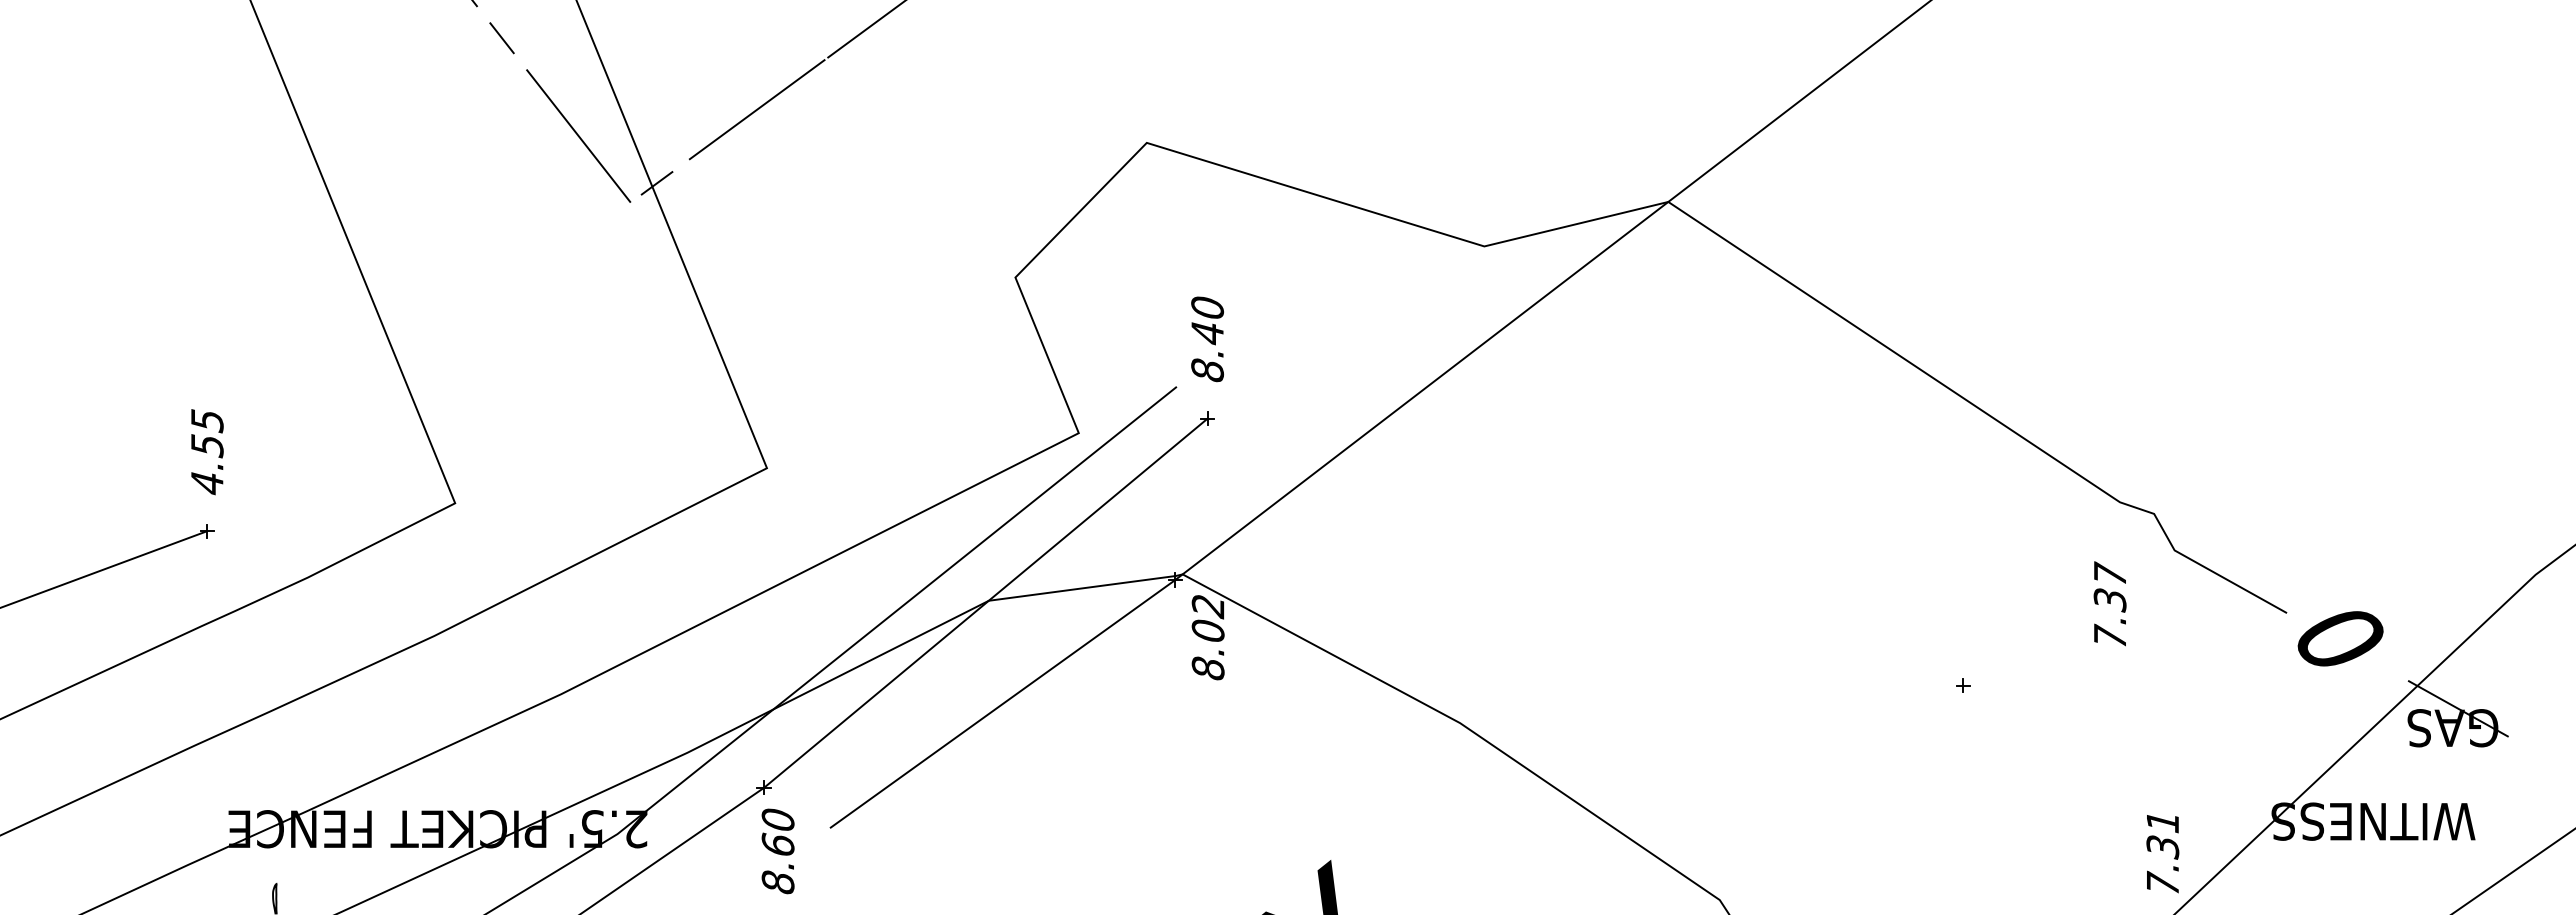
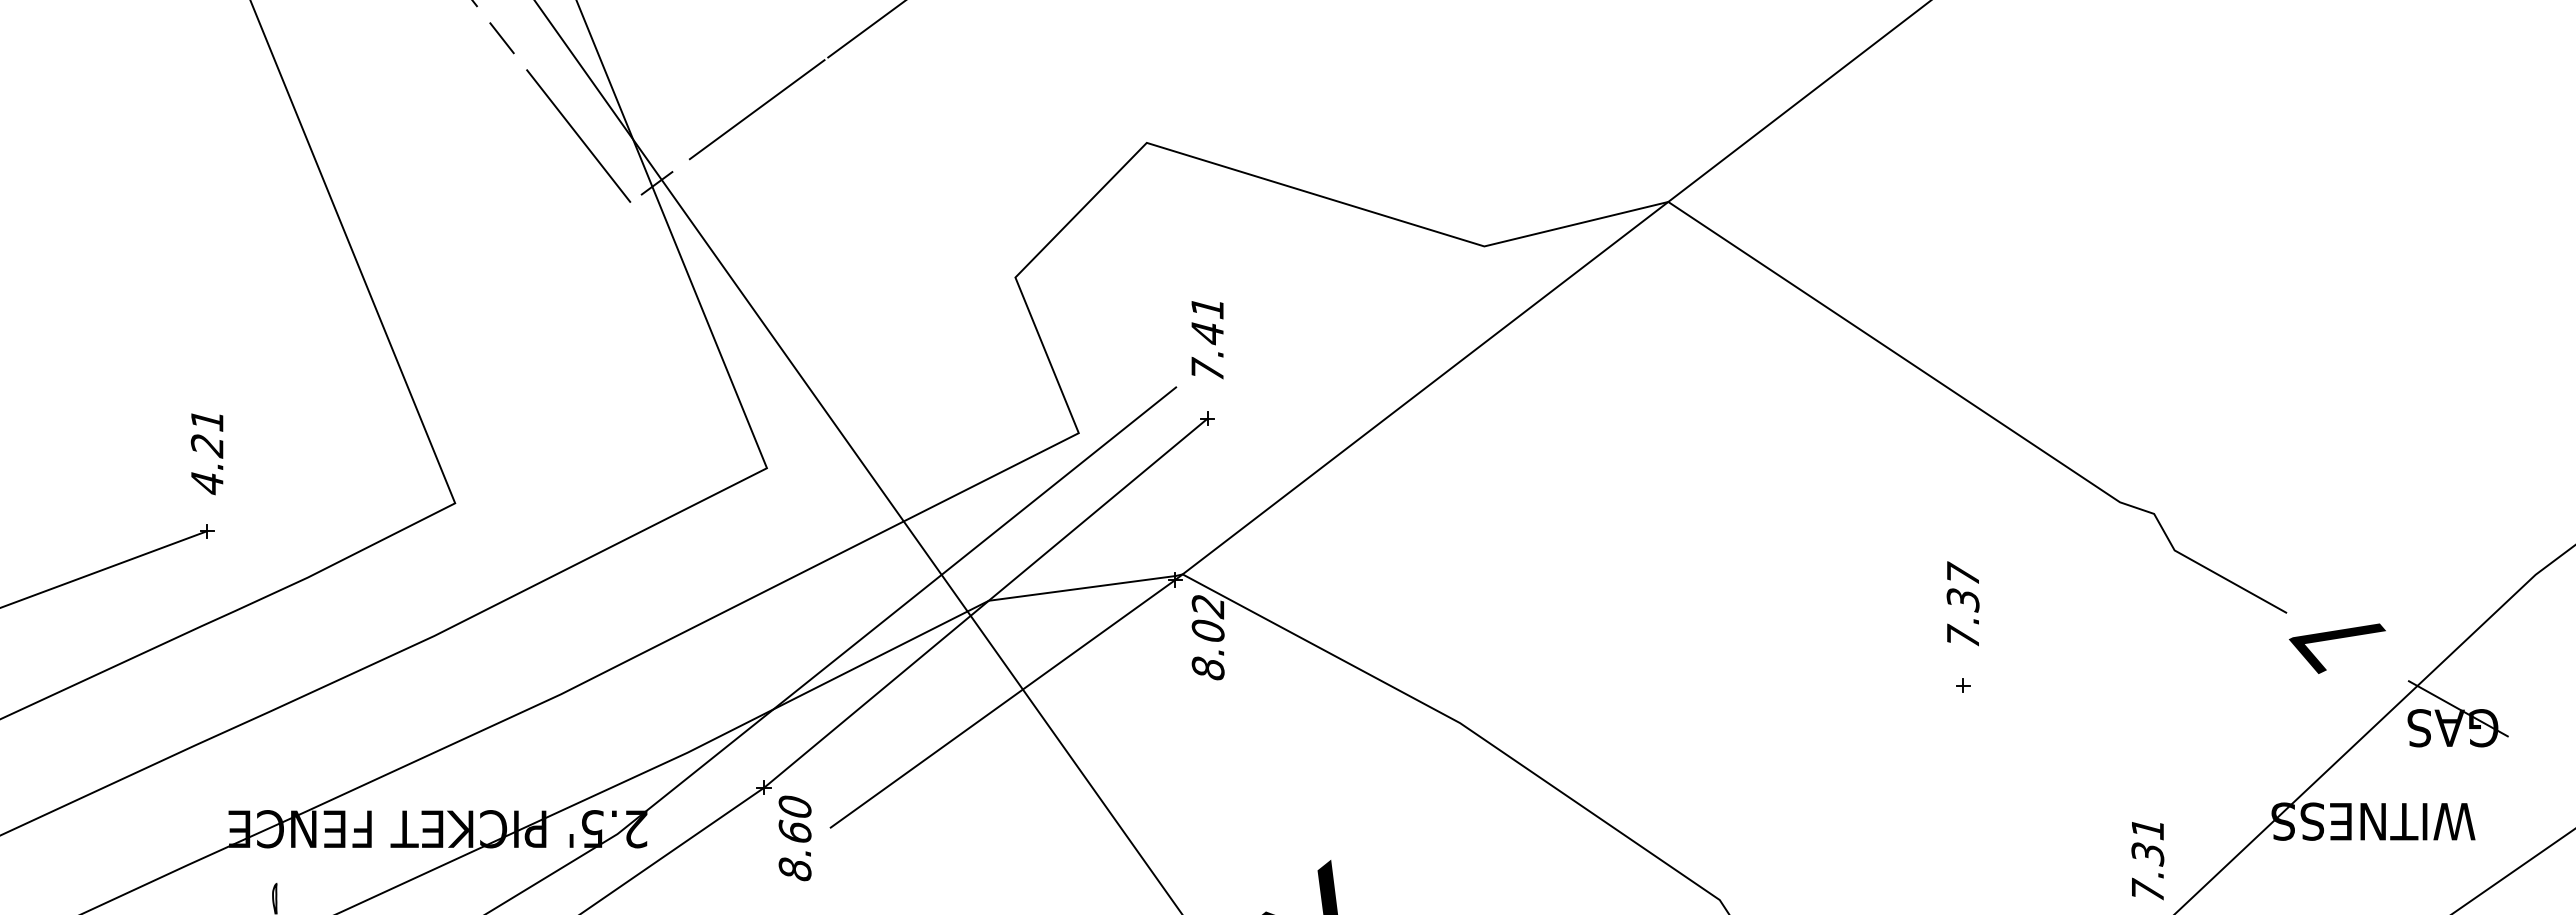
text at (1207, 339): 8.40 -> 7.41
text at (206, 433): 4.55 -> 4.21
line at (857, 456): none -> present
text at (2109, 603) position: (2109, 603) -> (1962, 603)
text at (2336, 642): 0 -> 7
text at (777, 851) position: (777, 851) -> (794, 838)
text at (2162, 854) position: (2162, 854) -> (2147, 861)
